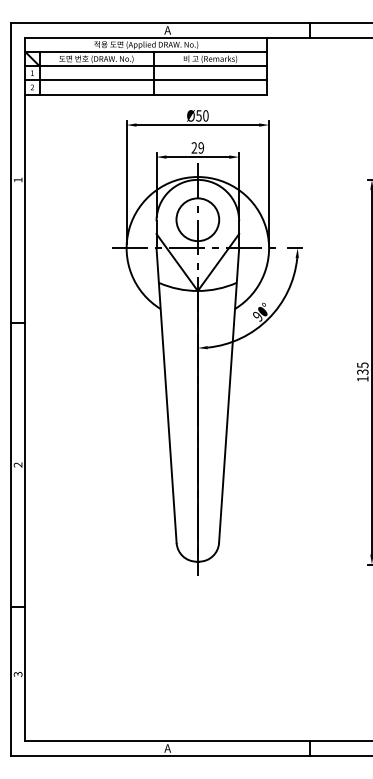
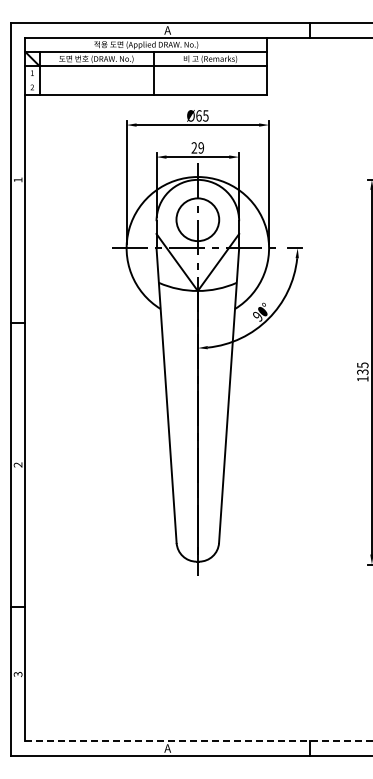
line at (146, 80): present -> none
text at (202, 115): Ø50 -> Ø65
line at (199, 741): solid -> dashed
